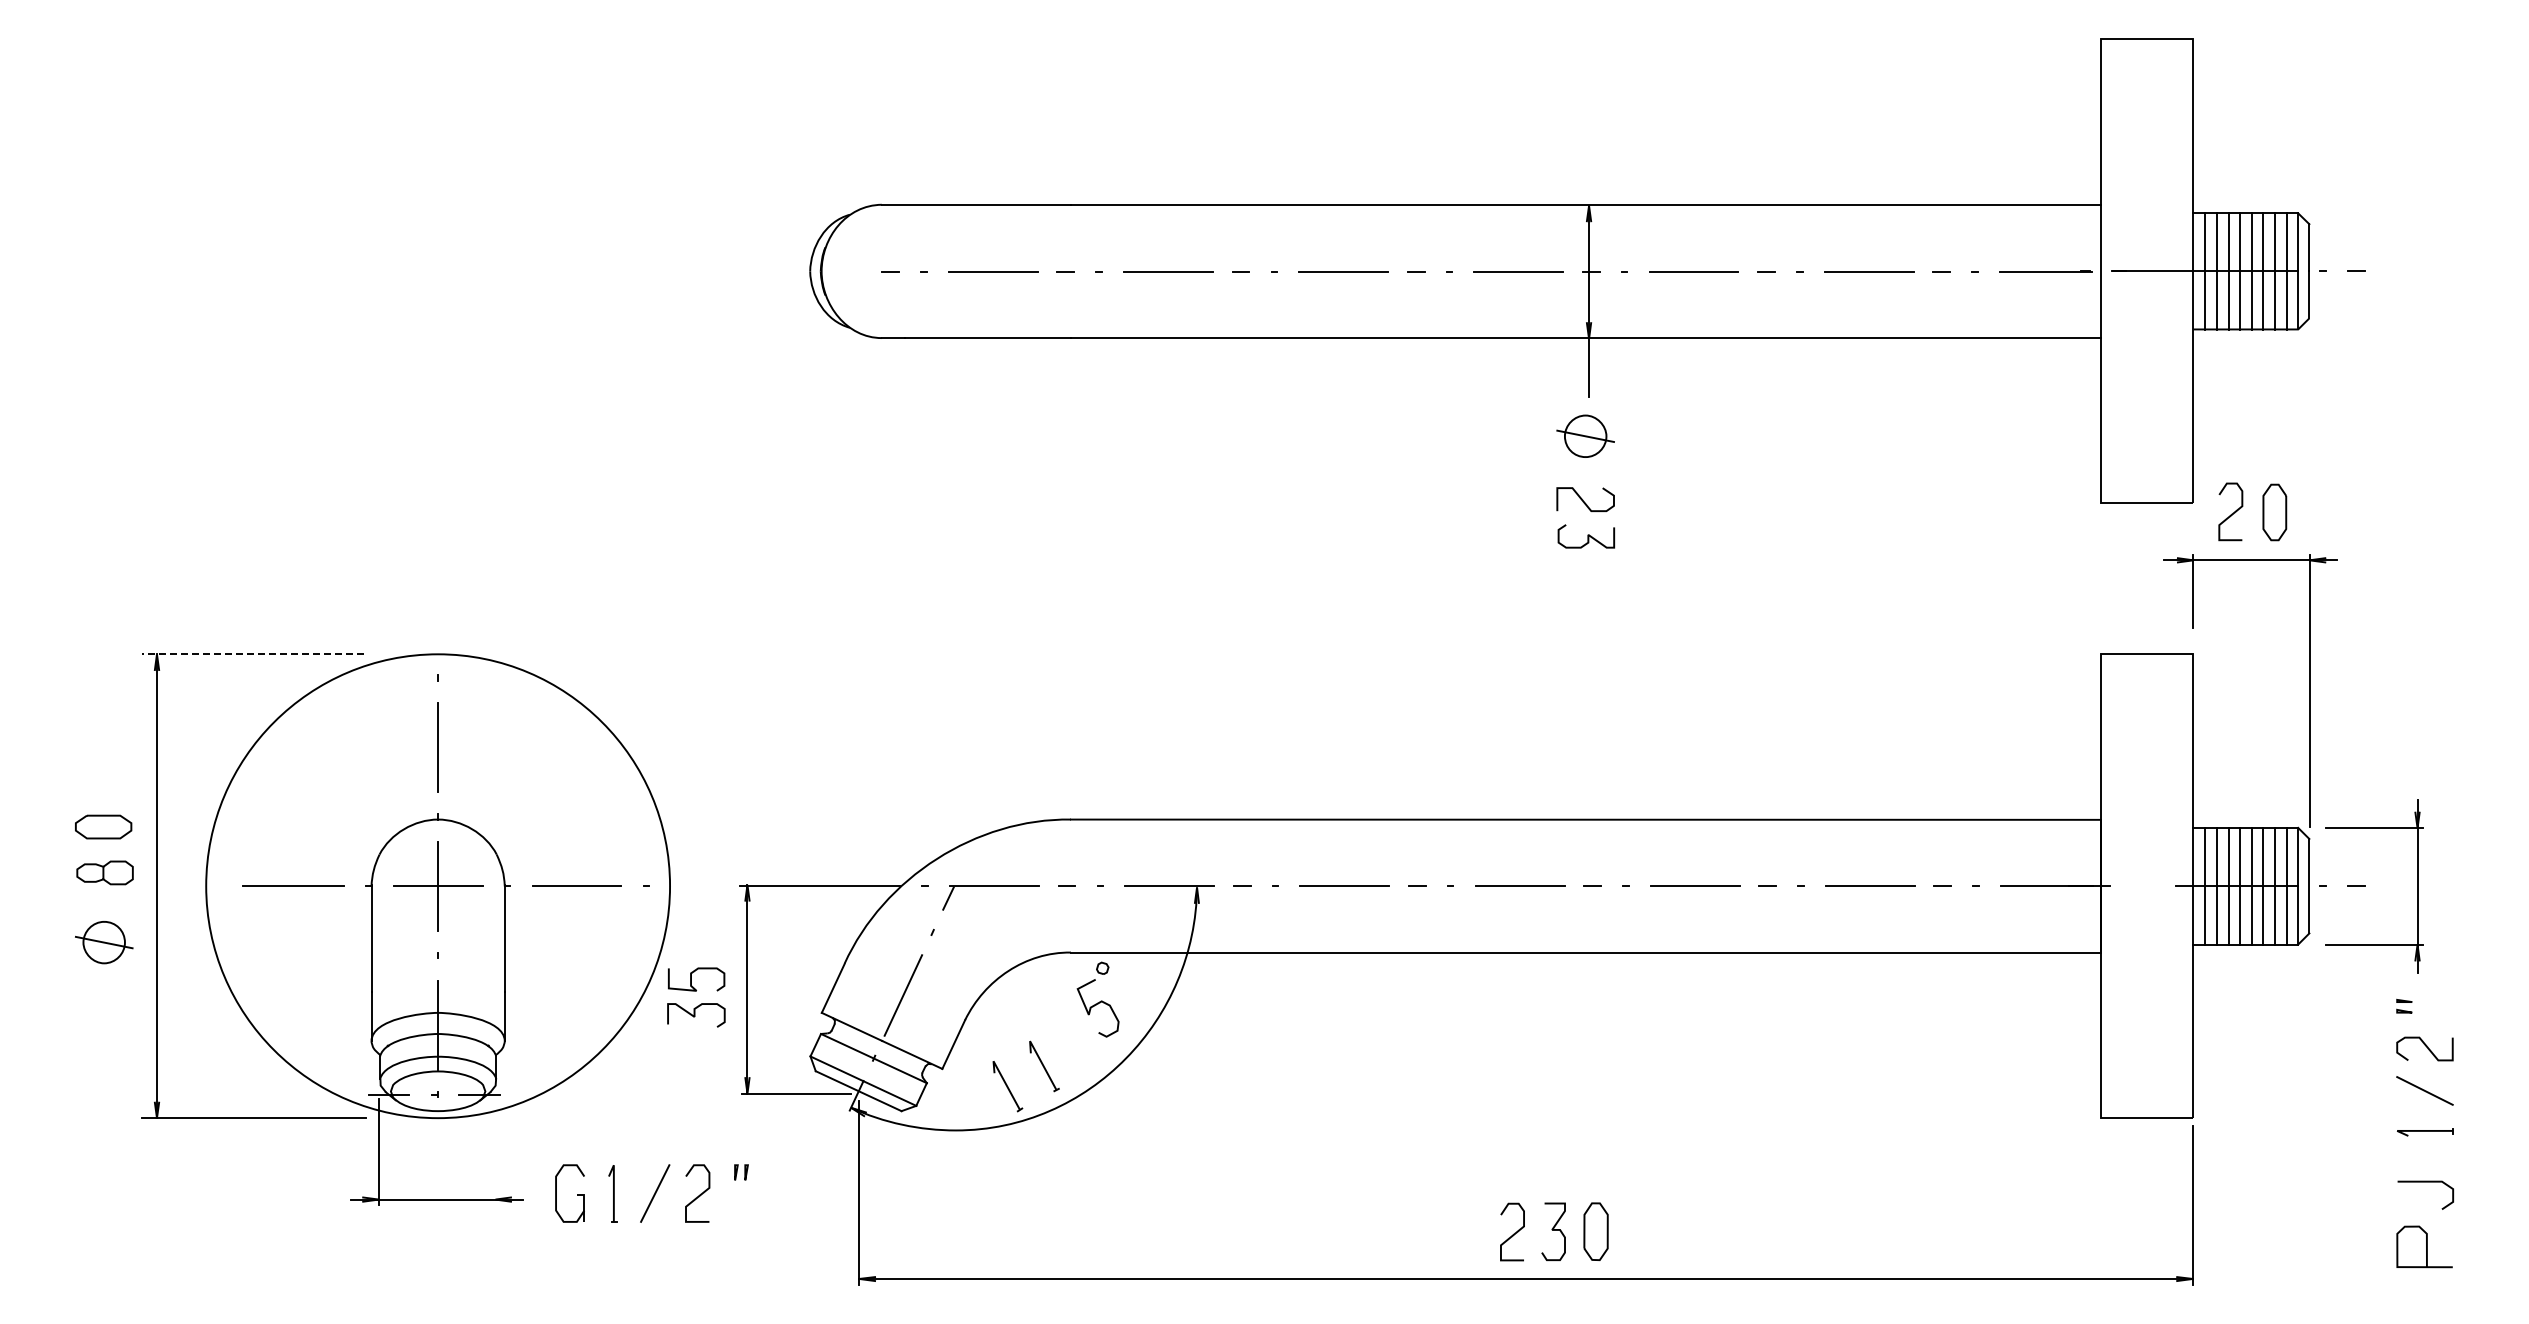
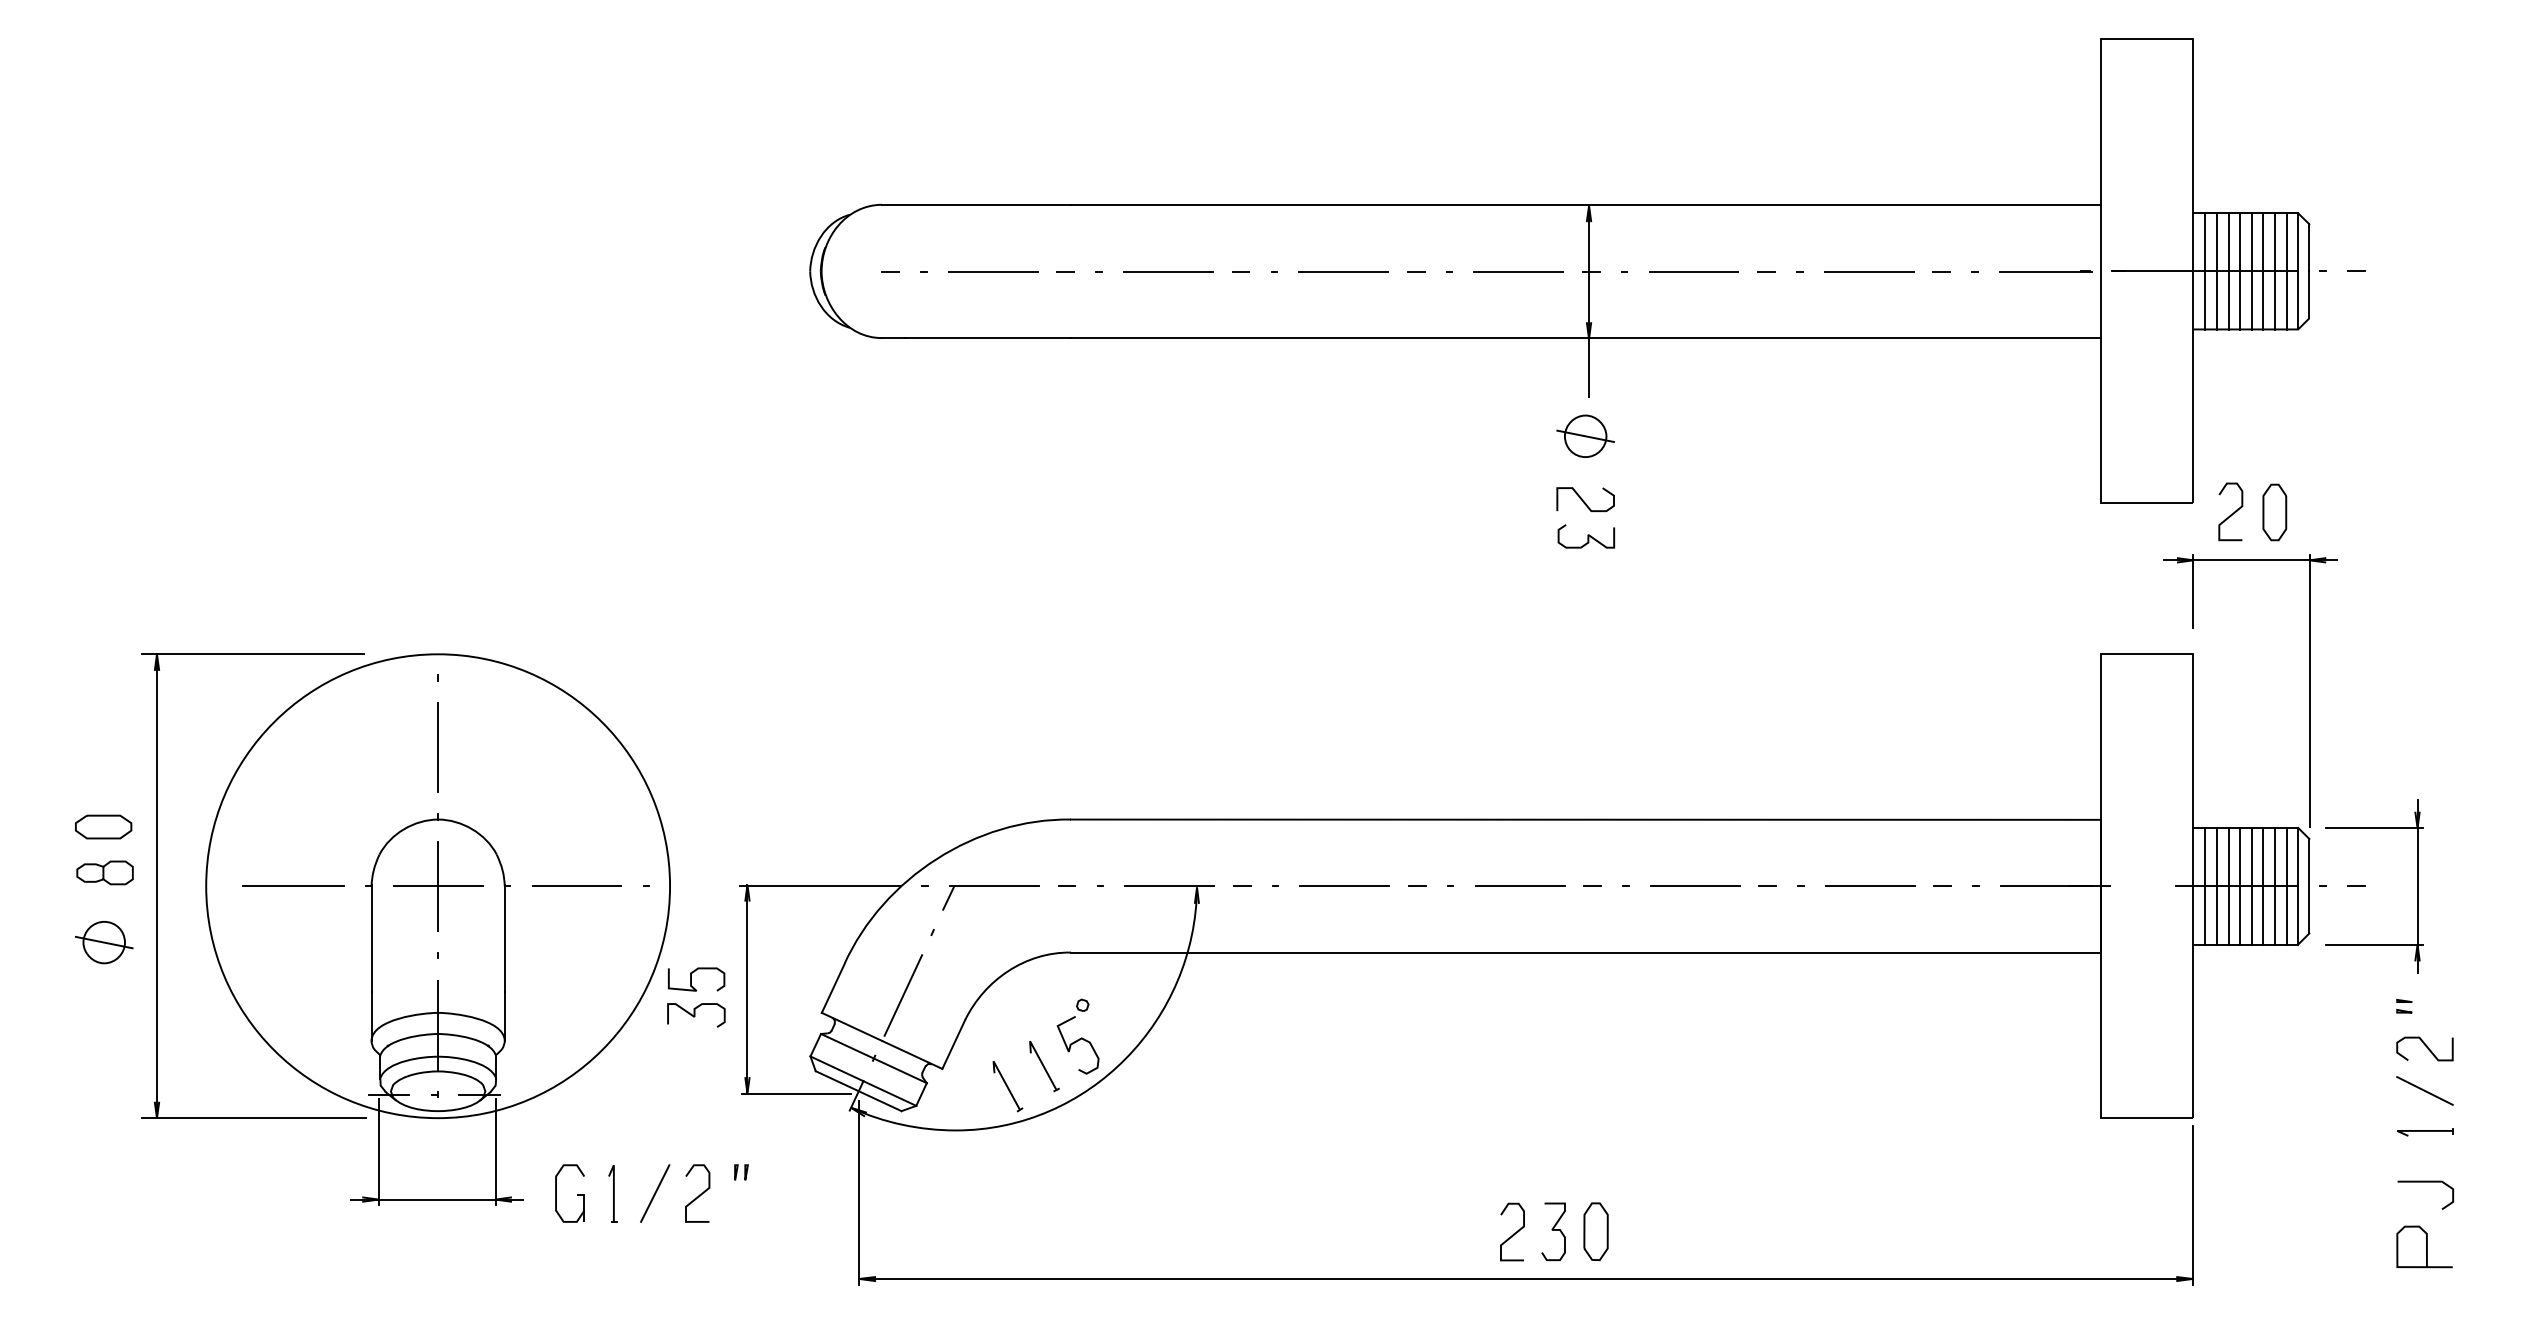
line at (253, 654): dashed -> solid
part at (1097, 999) position: (1097, 999) -> (1077, 1036)
line at (495, 1151): none -> present
